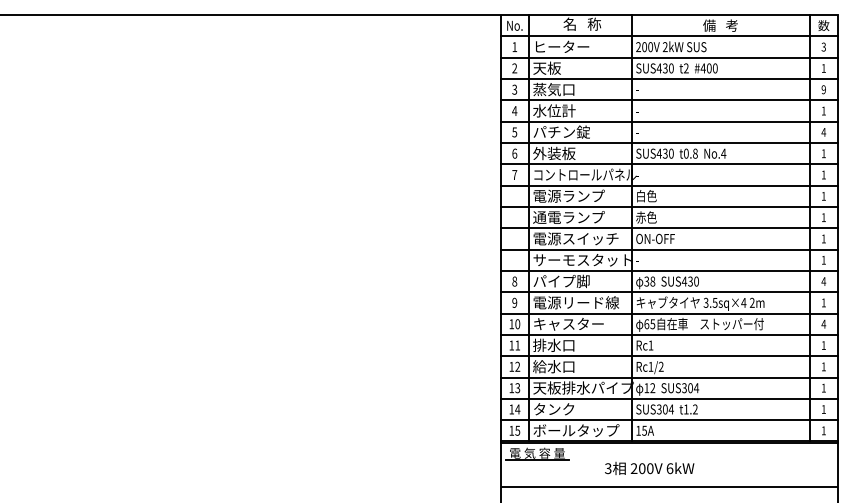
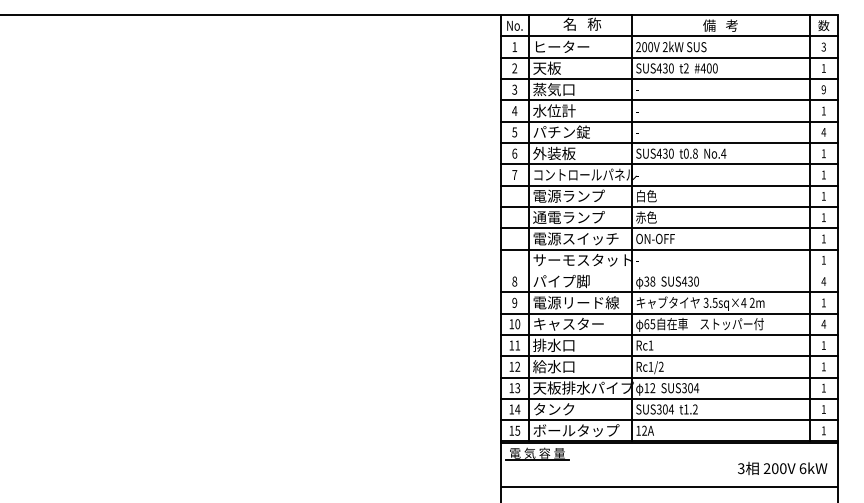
line at (669, 270): present -> none
text at (644, 430): 15A -> 12A
text at (649, 468) position: (649, 468) -> (782, 468)
